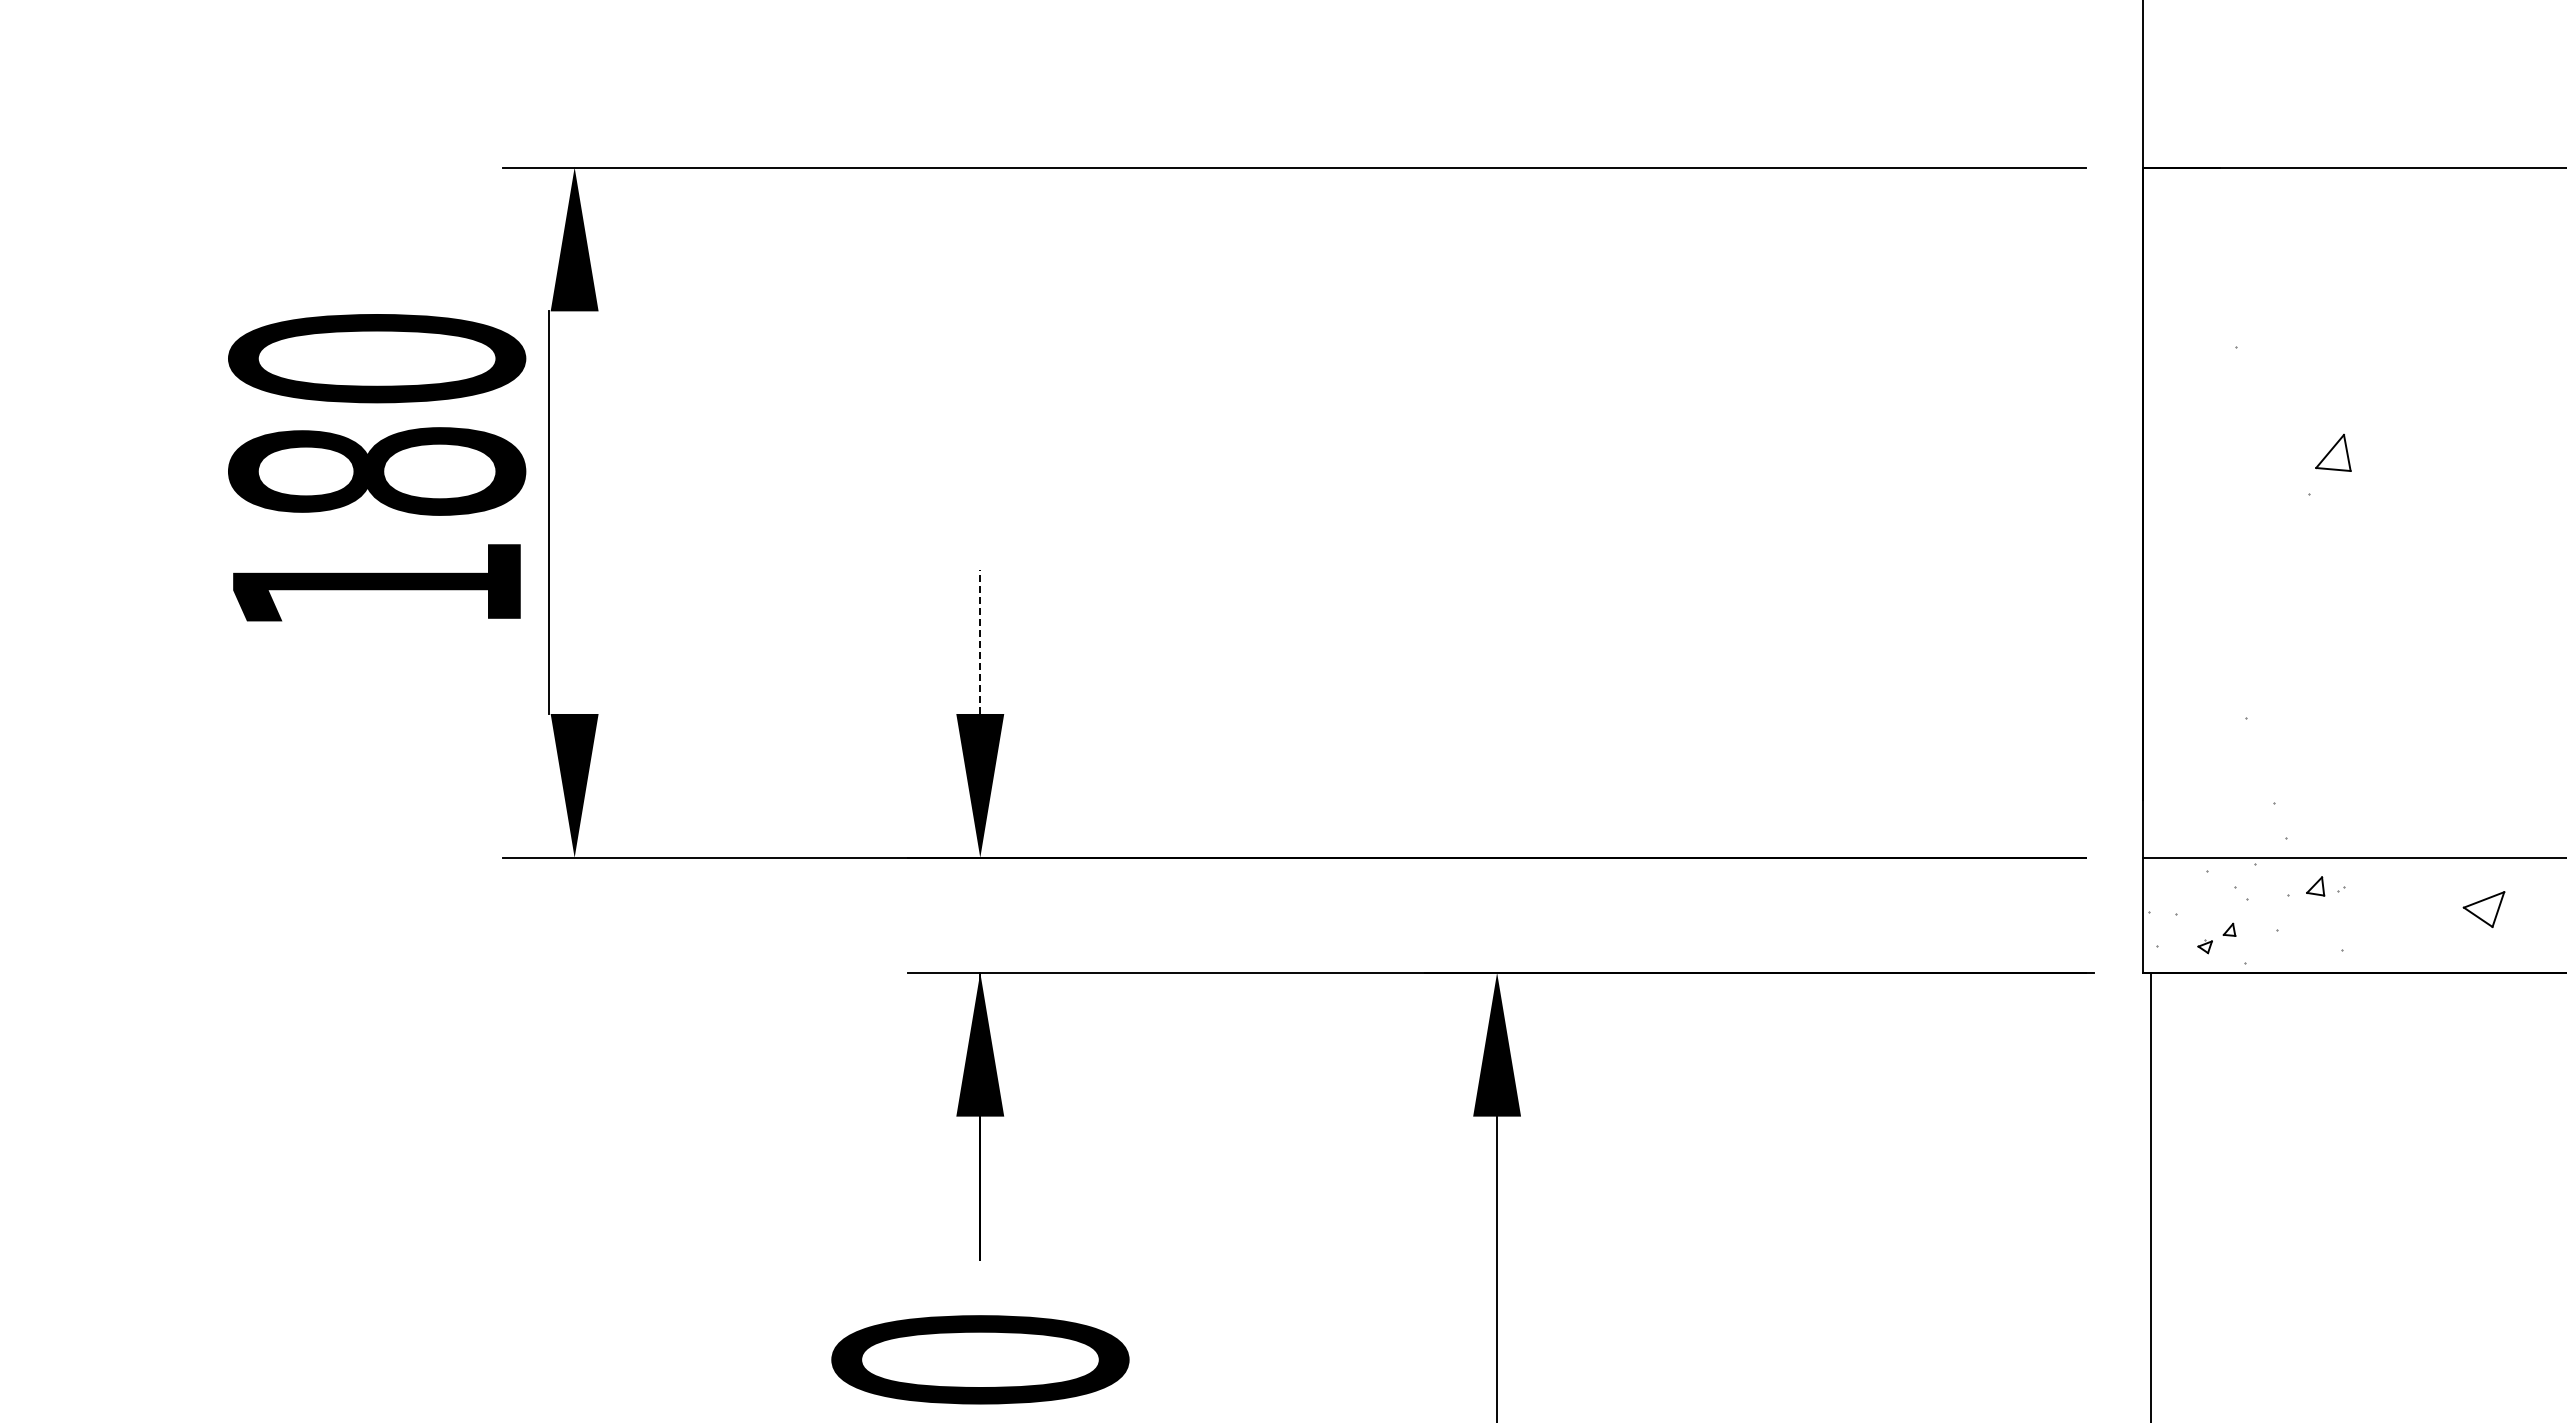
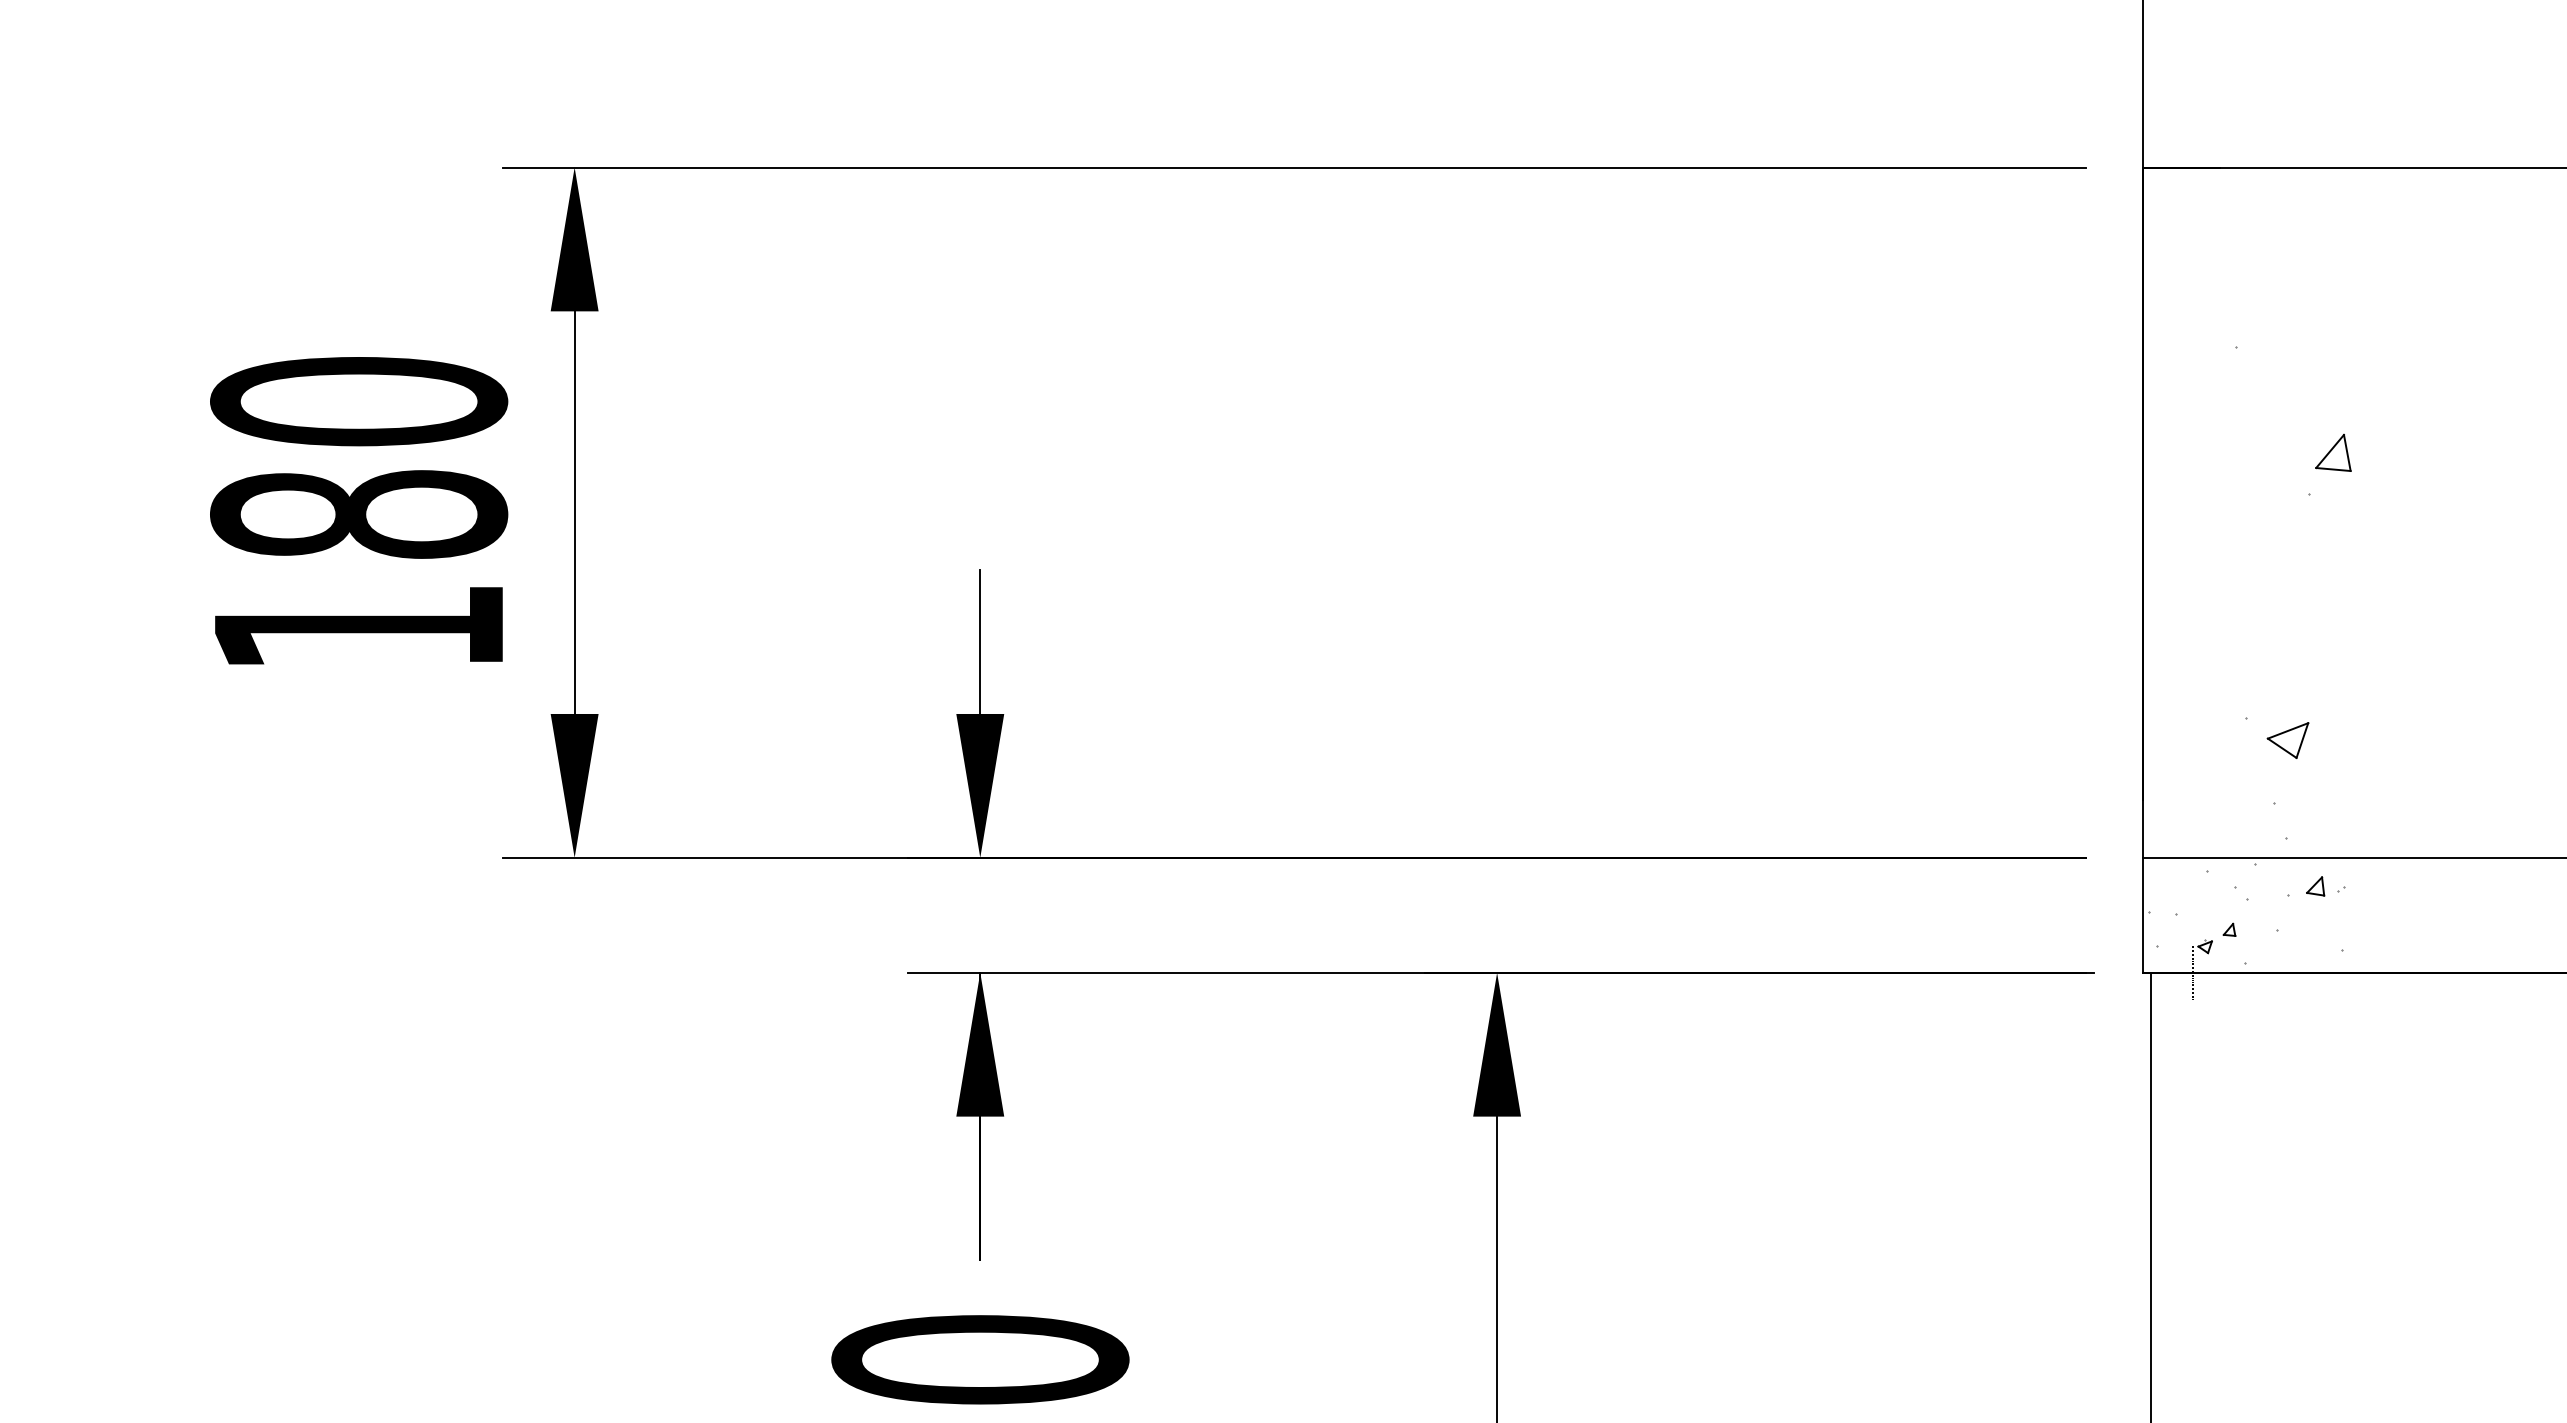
text at (377, 467) position: (377, 467) -> (359, 510)
line at (548, 512) position: (548, 512) -> (574, 512)
line at (980, 642): dashed -> solid
part at (2483, 909) position: (2483, 909) -> (2287, 740)
line at (2193, 972): none -> present
